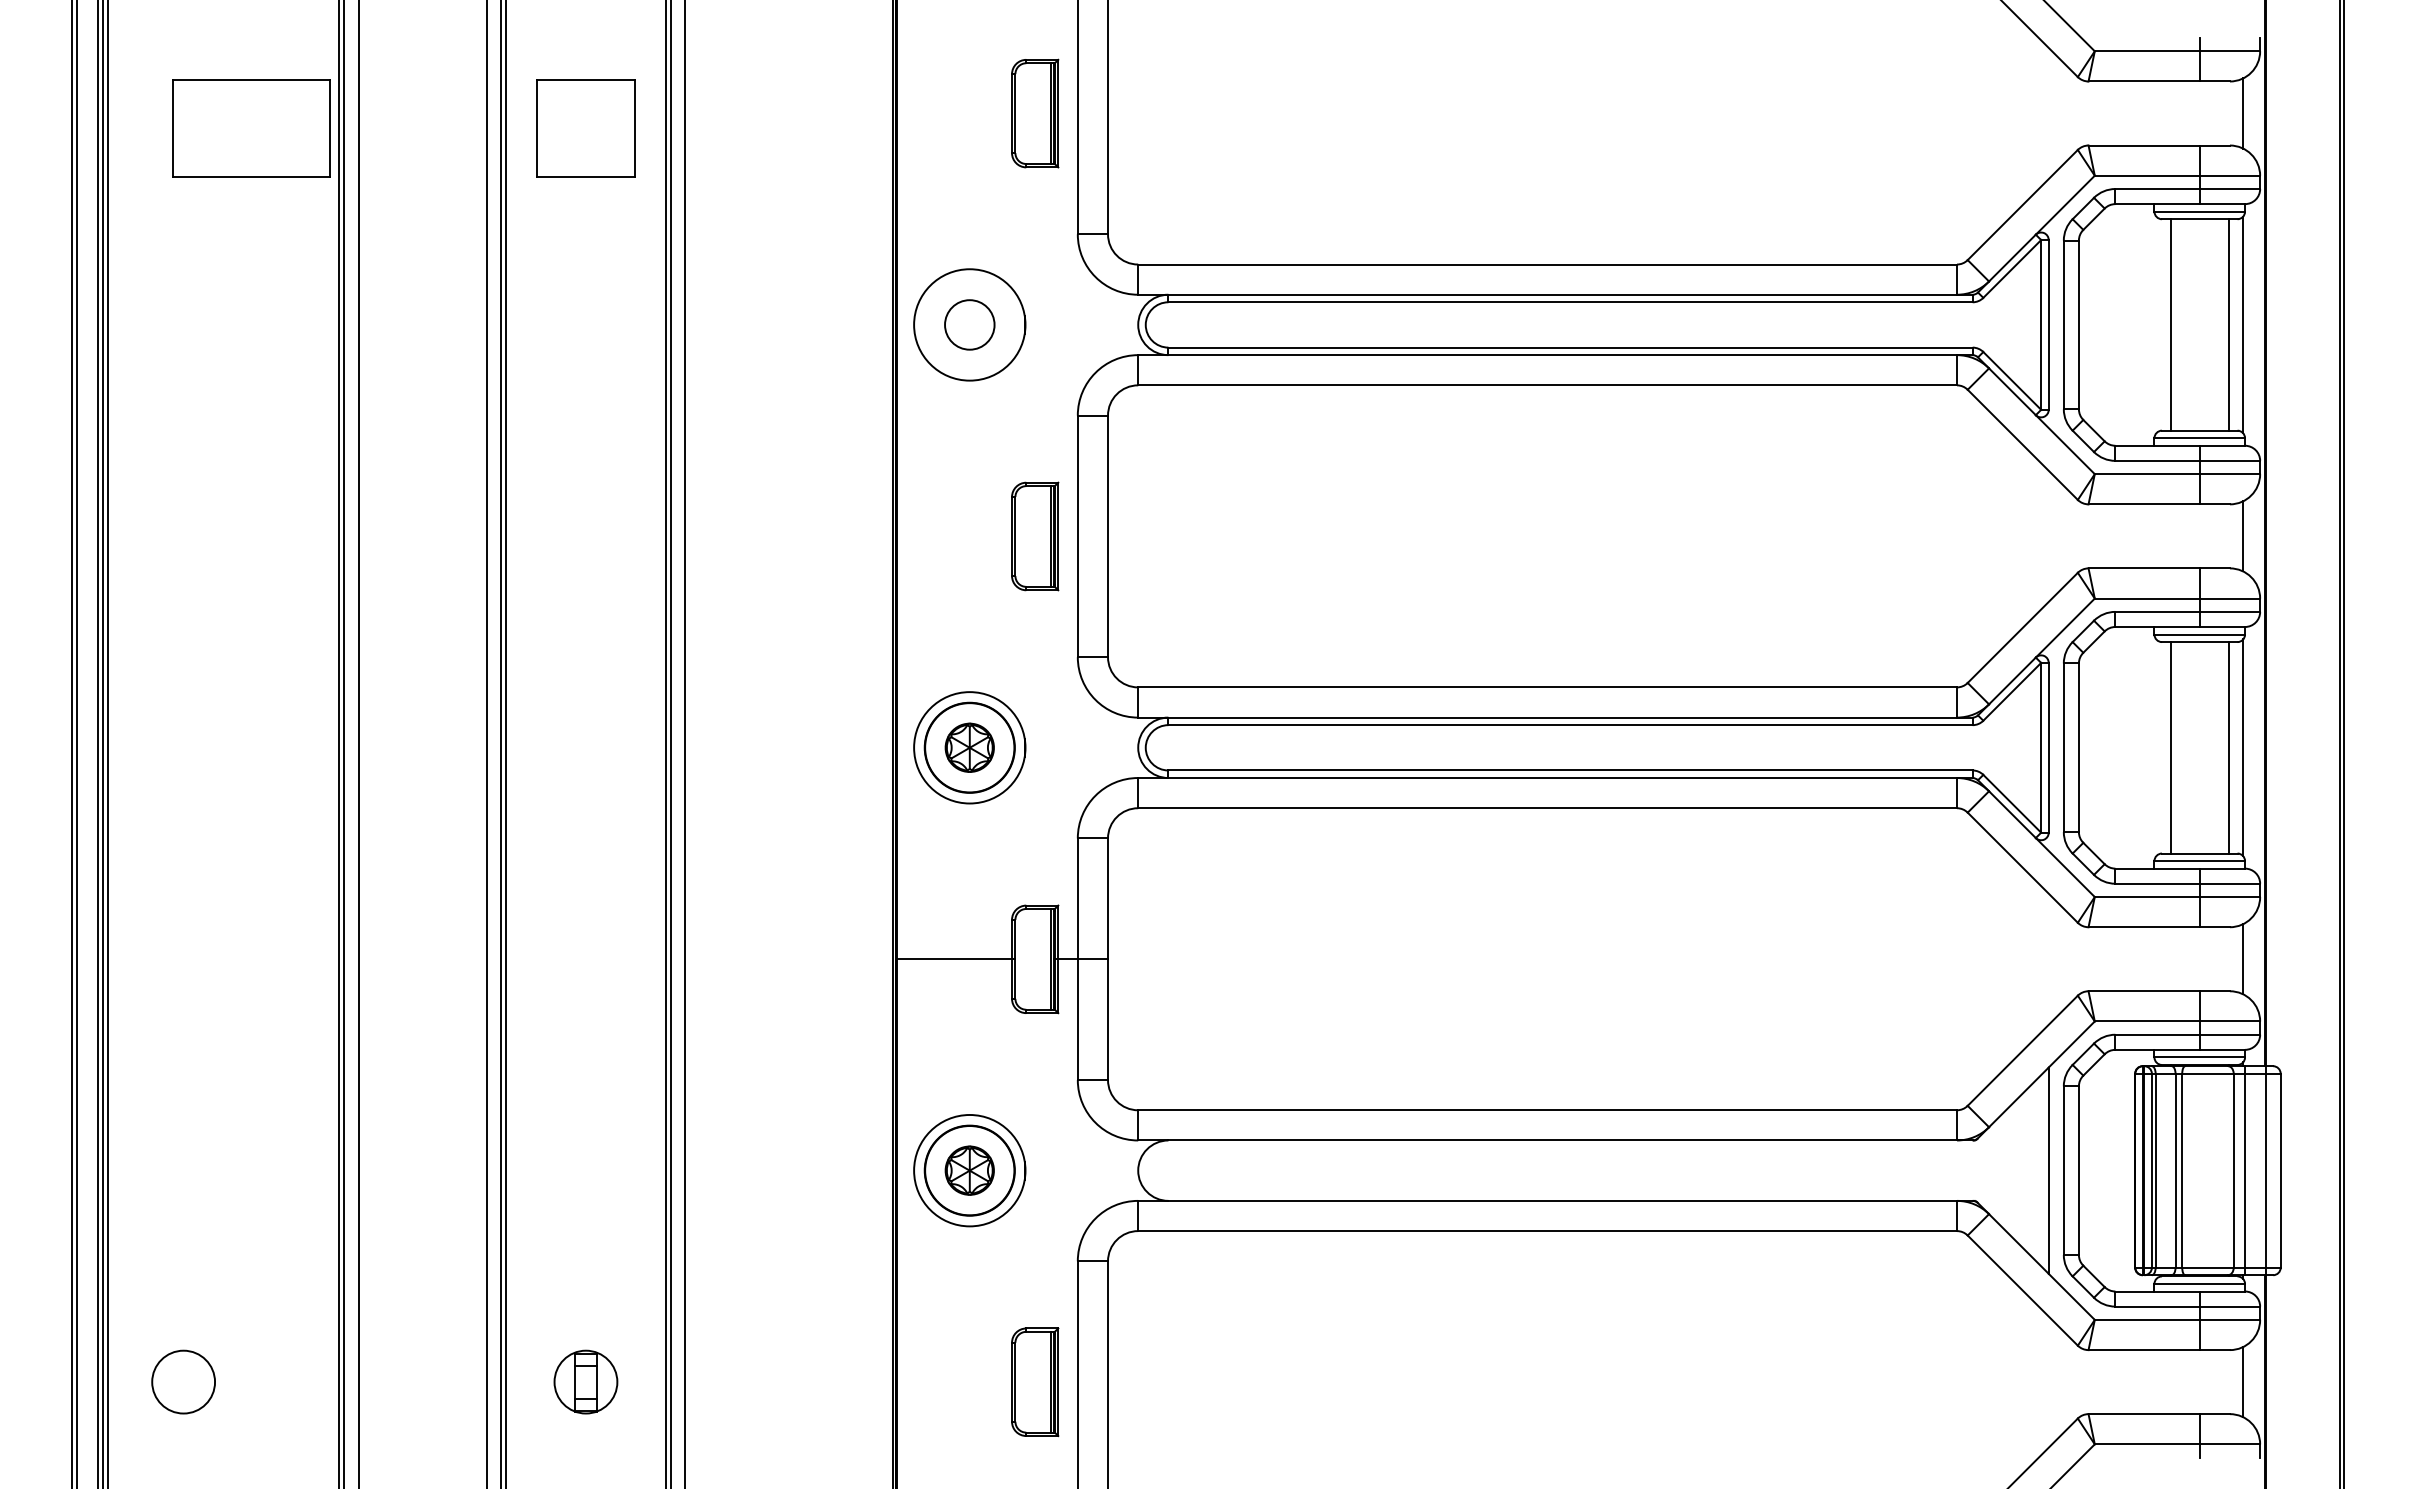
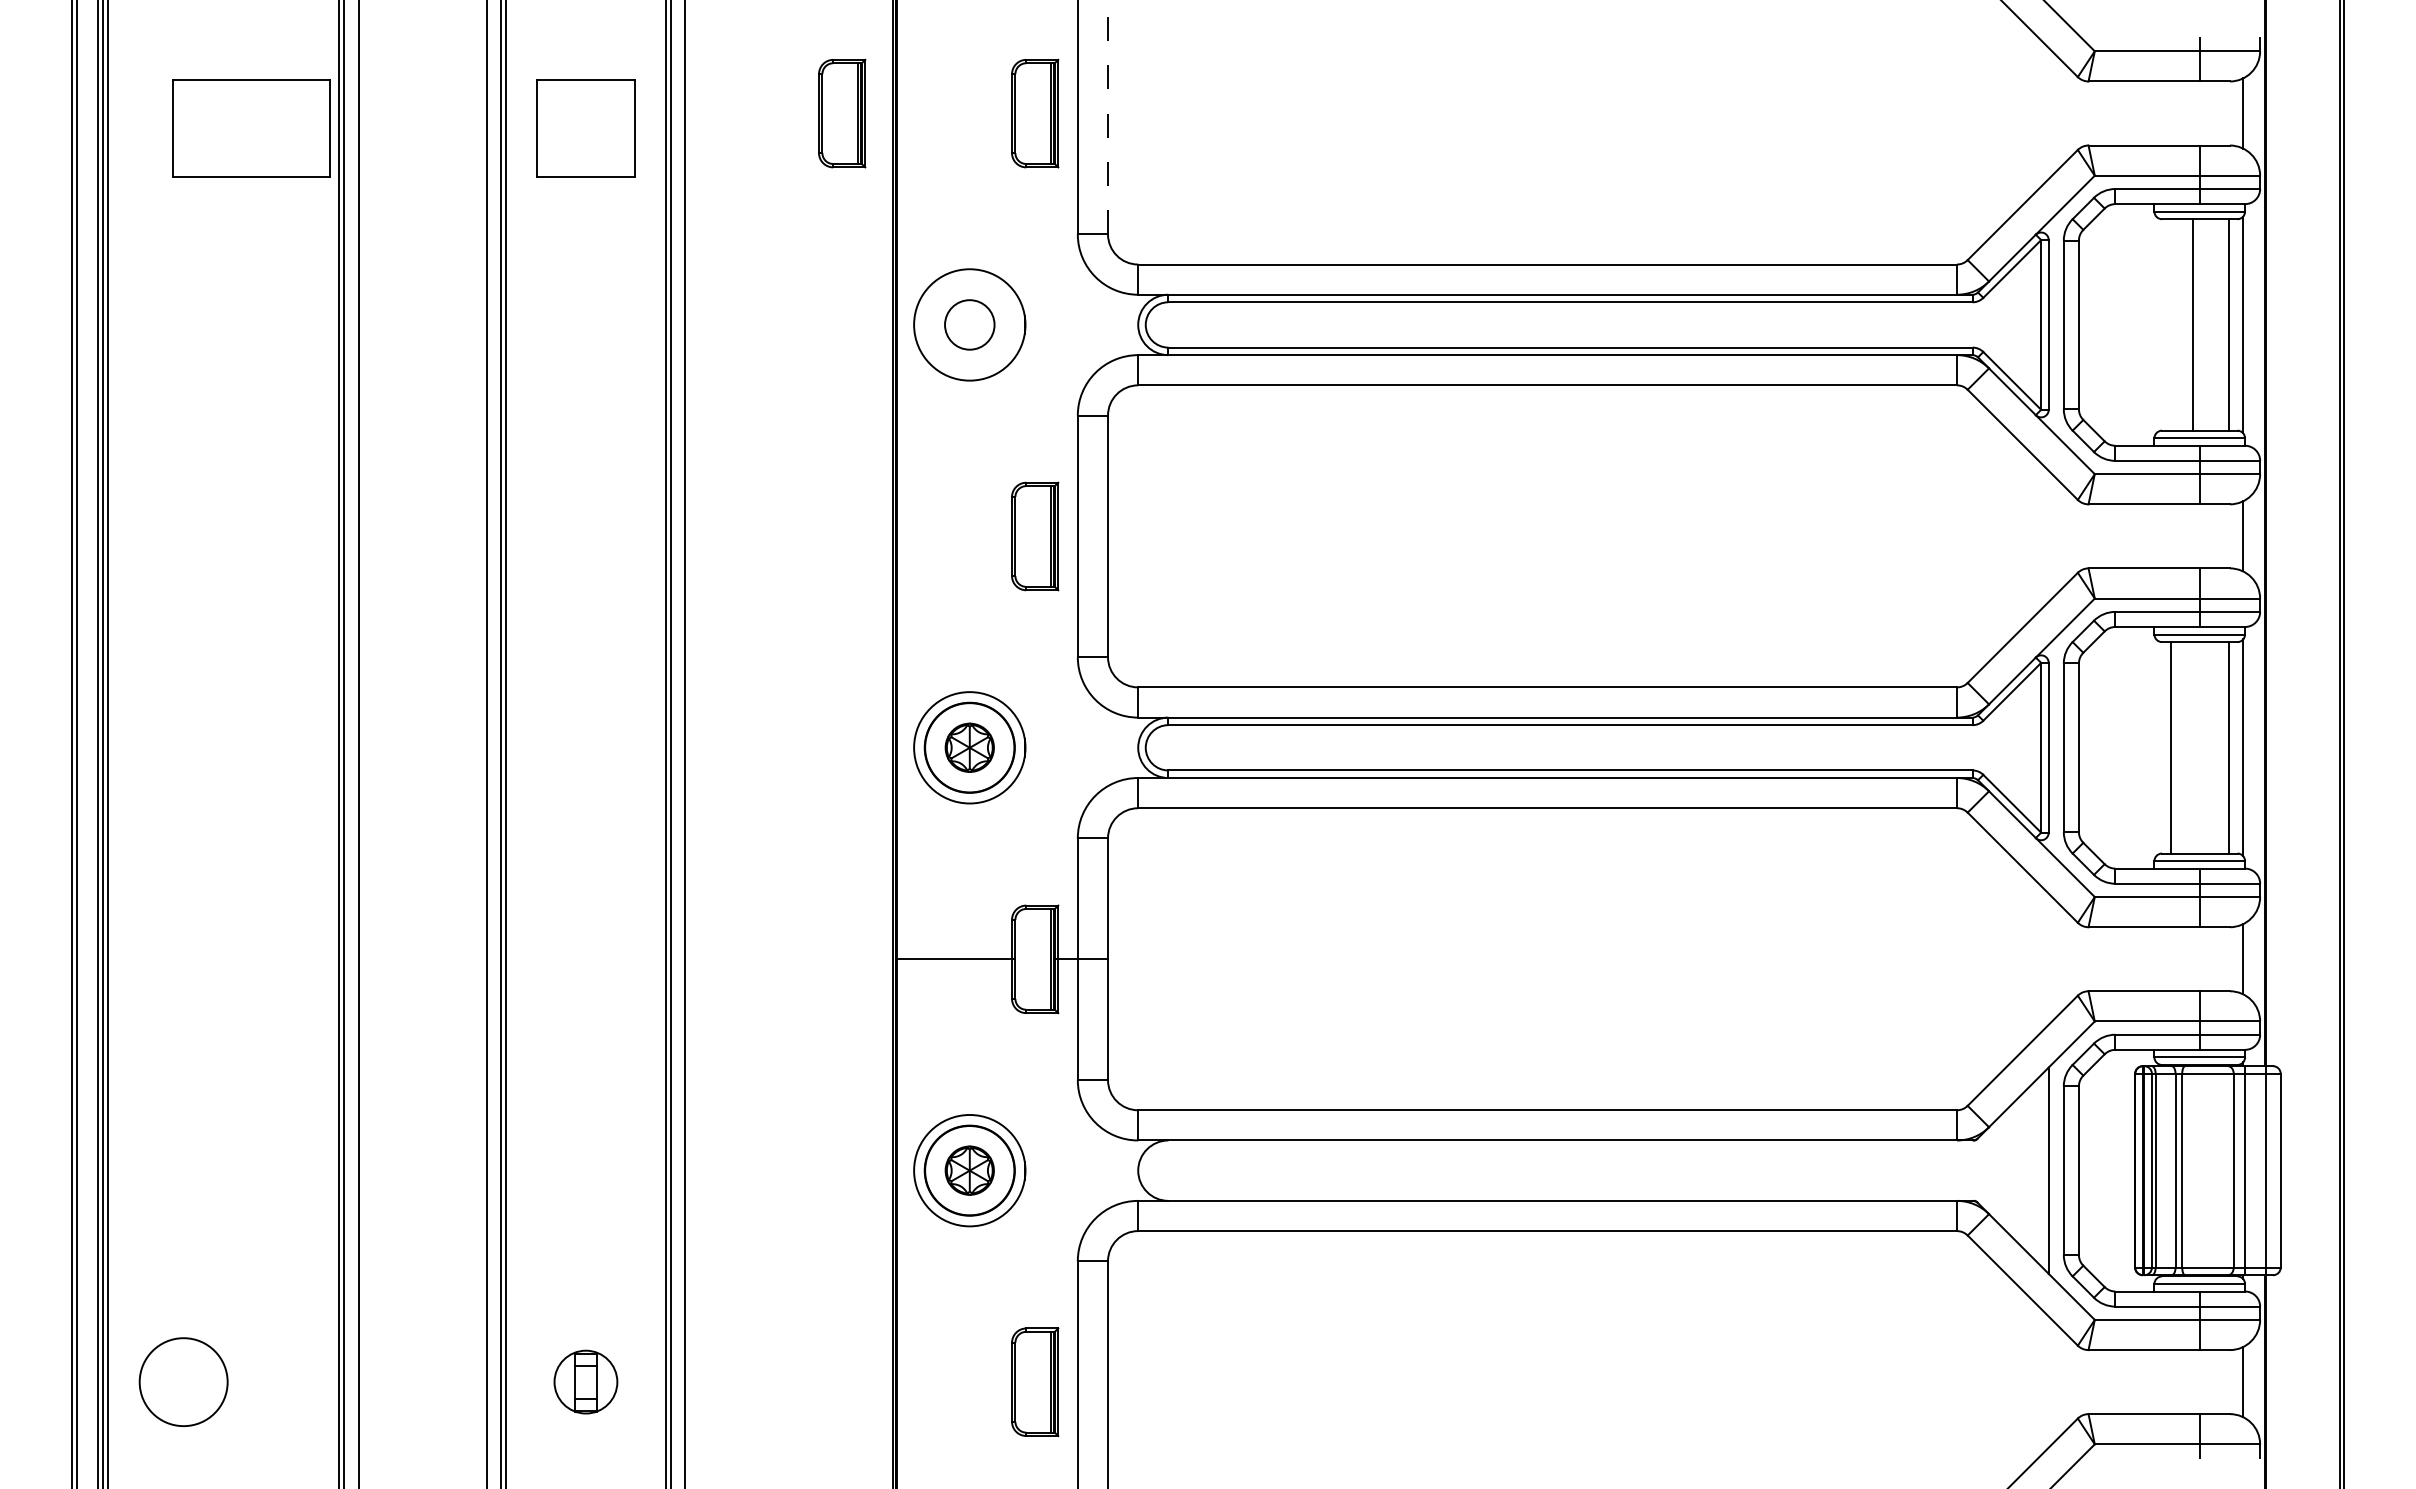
part at (842, 113): none -> present
line at (1108, 117): solid -> dashed
line at (2170, 324) position: (2170, 324) -> (2192, 324)
circle at (183, 1381) size: 65x66 px -> 91x90 px
